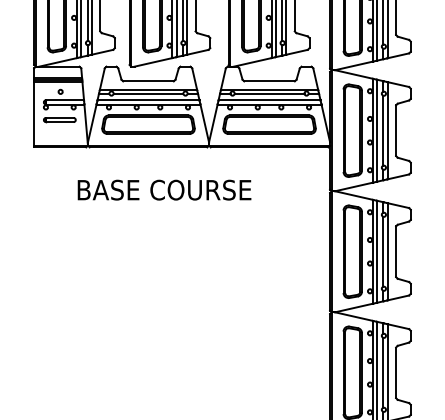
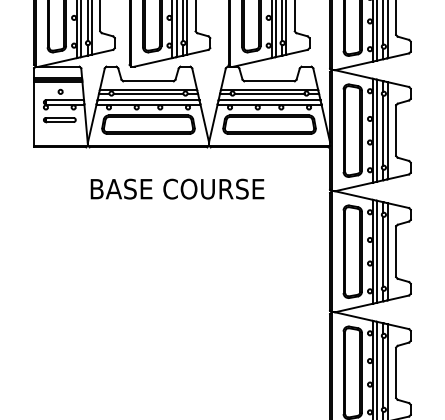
text at (164, 189) position: (164, 189) -> (177, 188)
